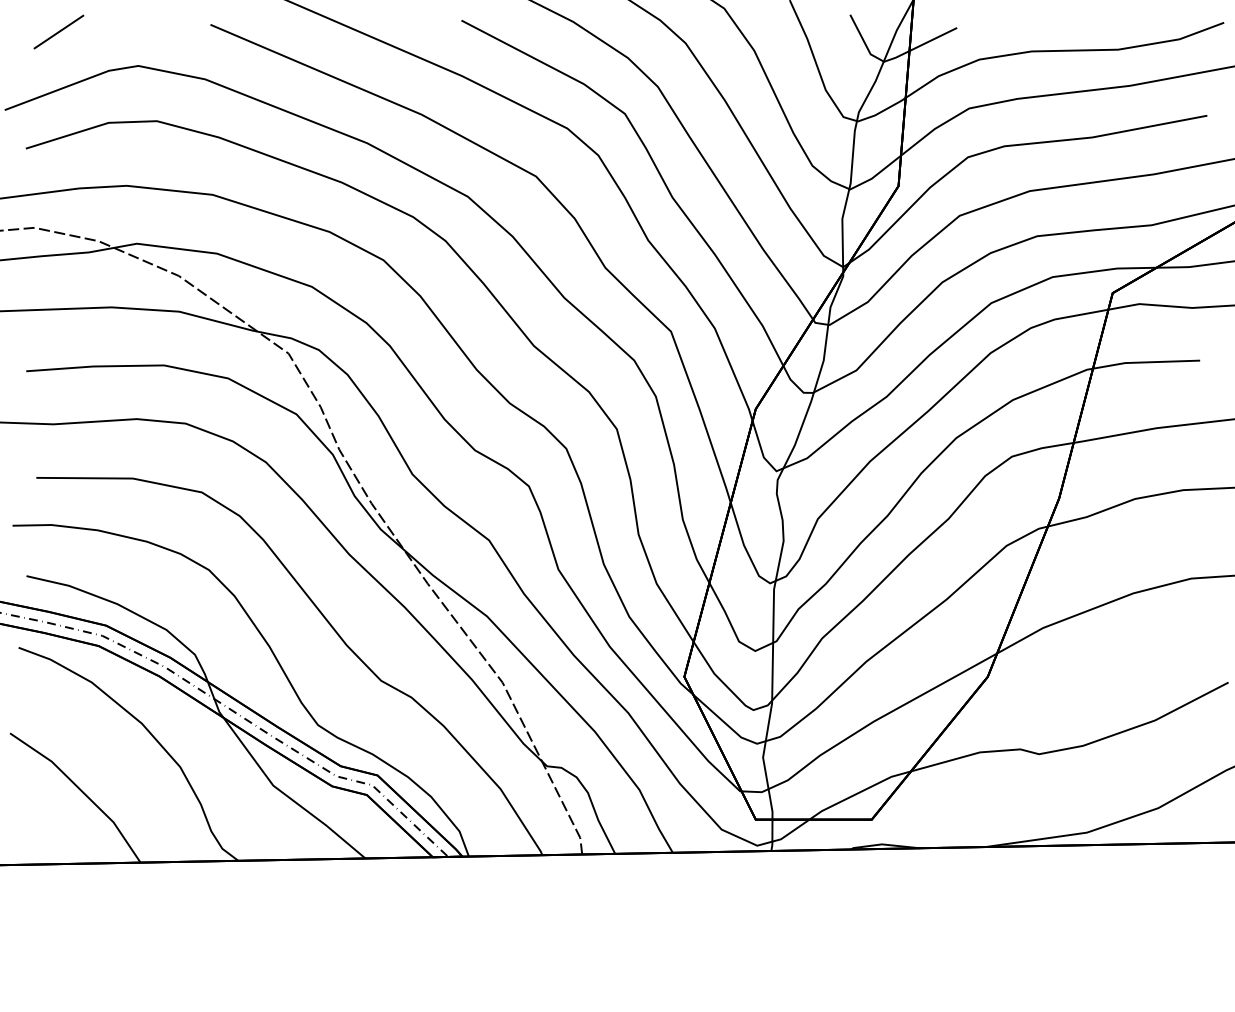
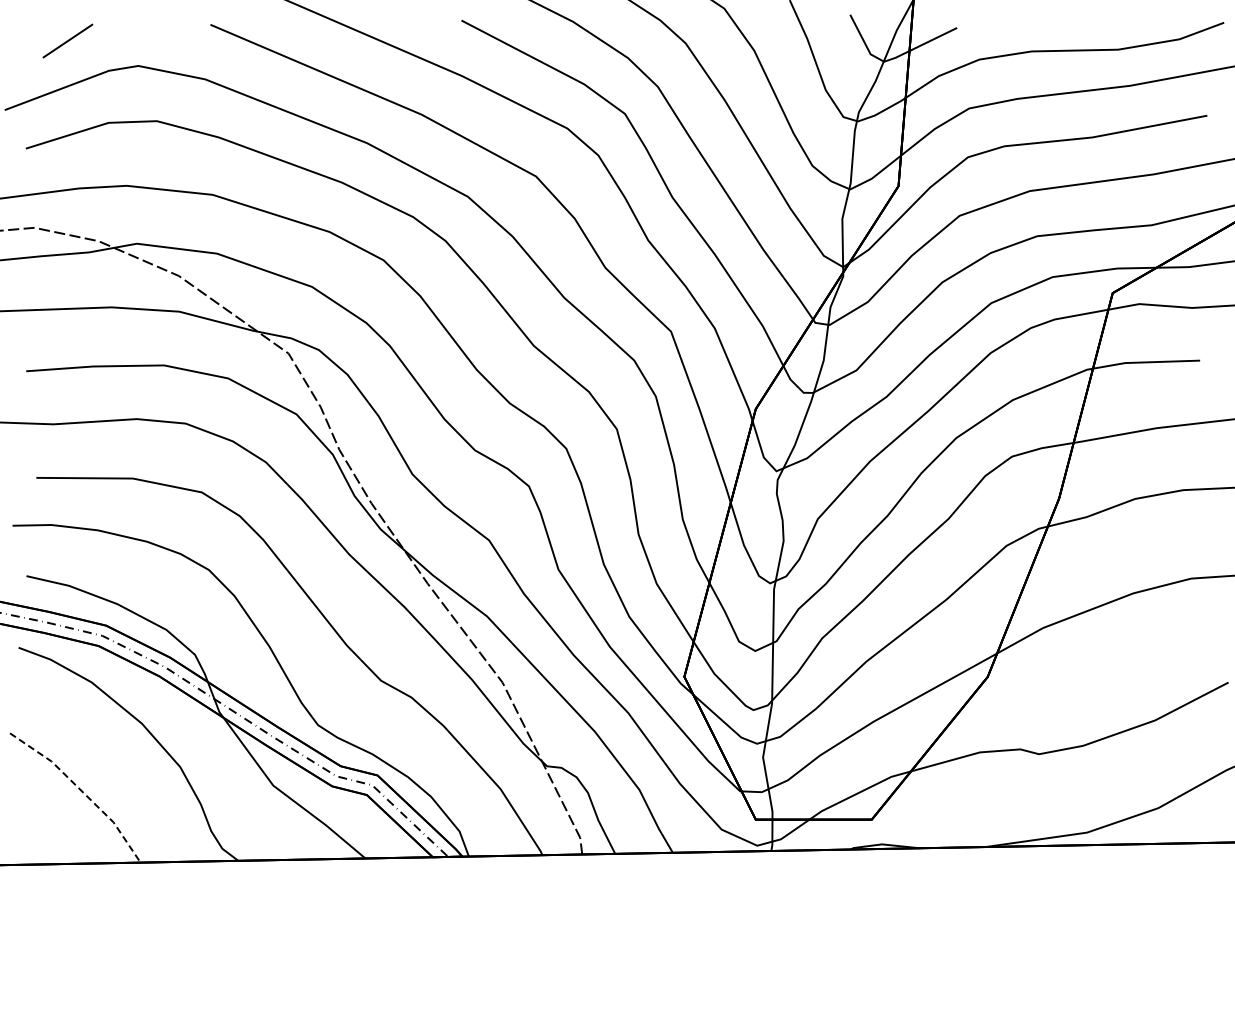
line at (58, 31) position: (58, 31) -> (67, 40)
line at (82, 791): solid -> dashed
